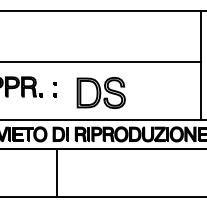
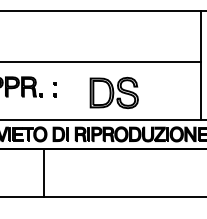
part at (100, 92) position: (100, 92) -> (113, 92)
line at (57, 172) position: (57, 172) -> (44, 172)
